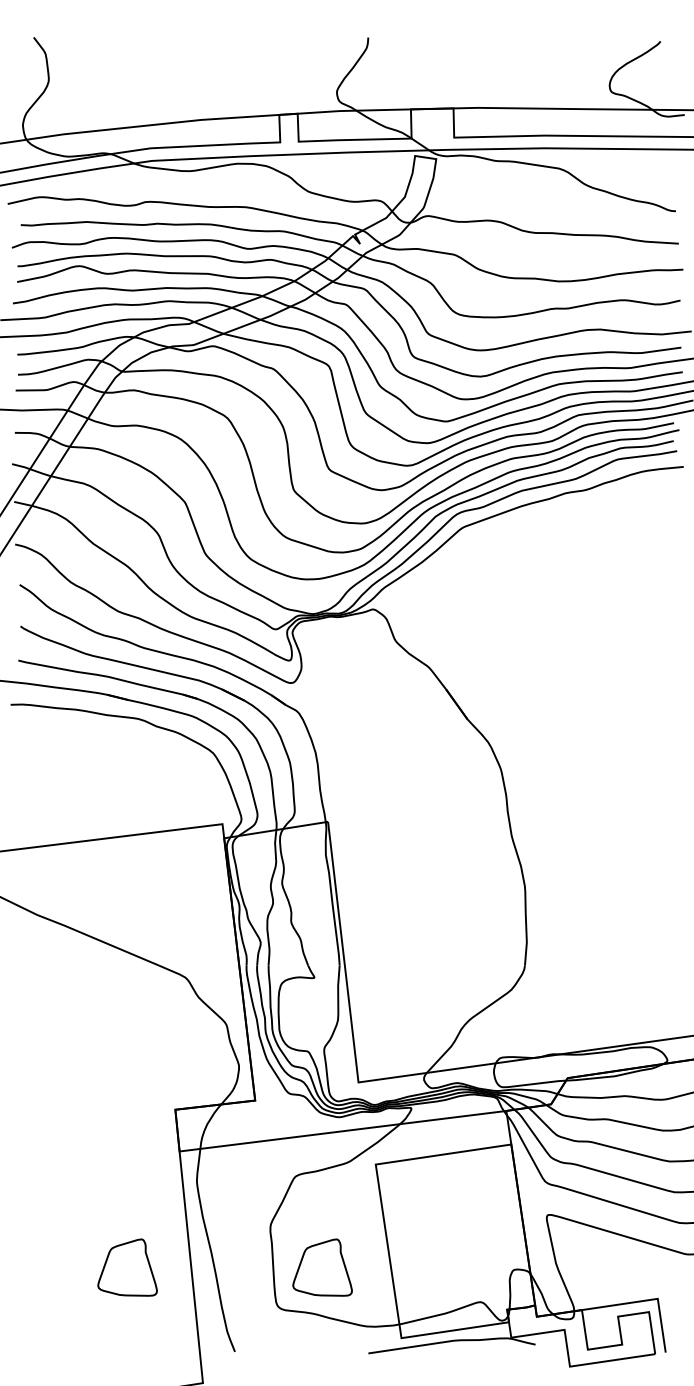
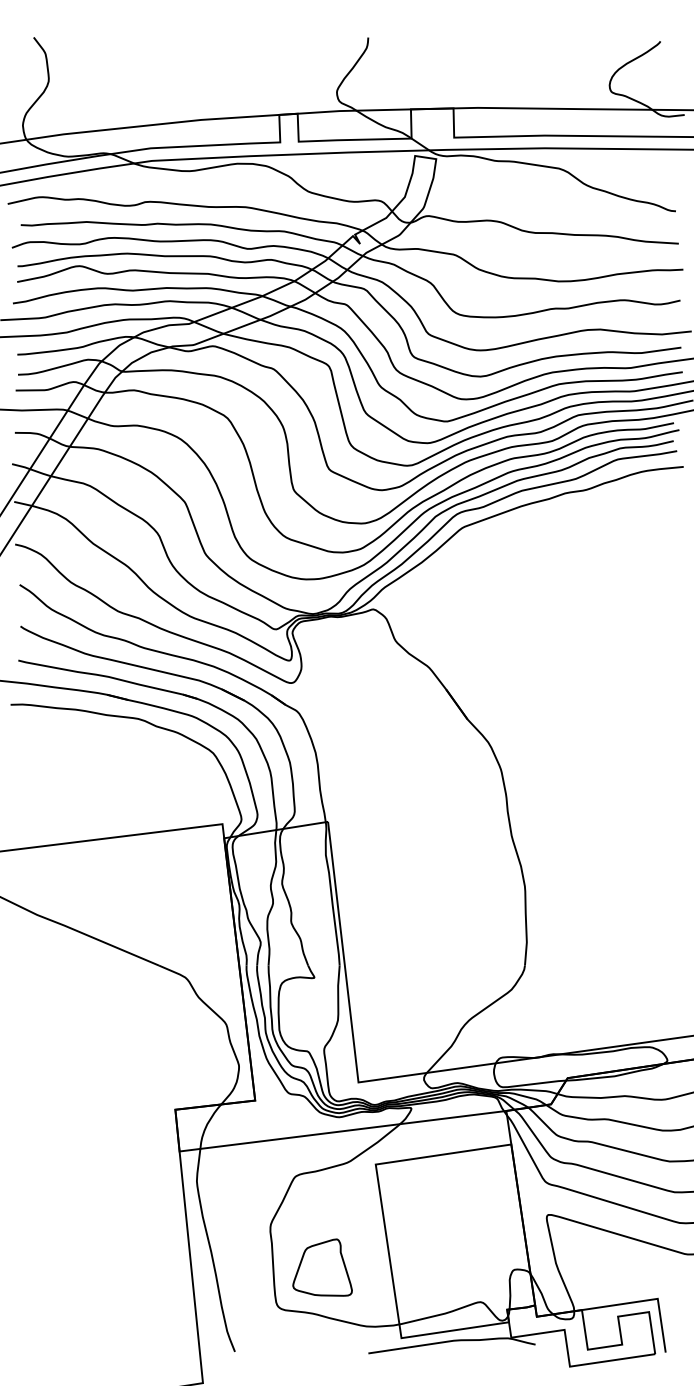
part at (127, 1267): present -> none
